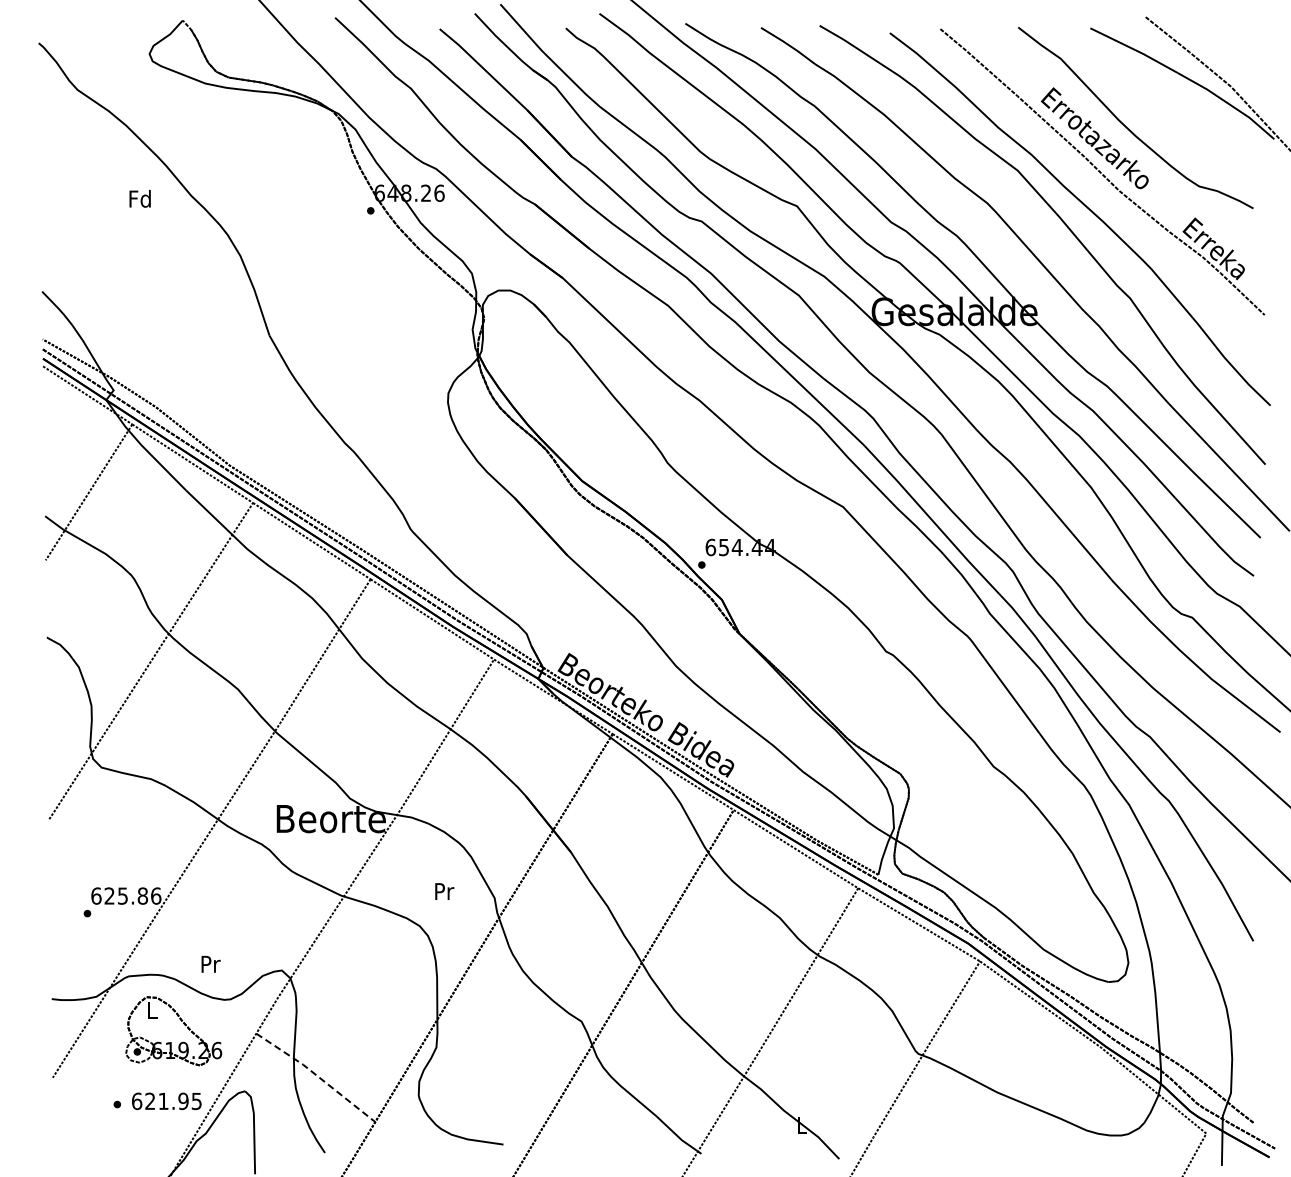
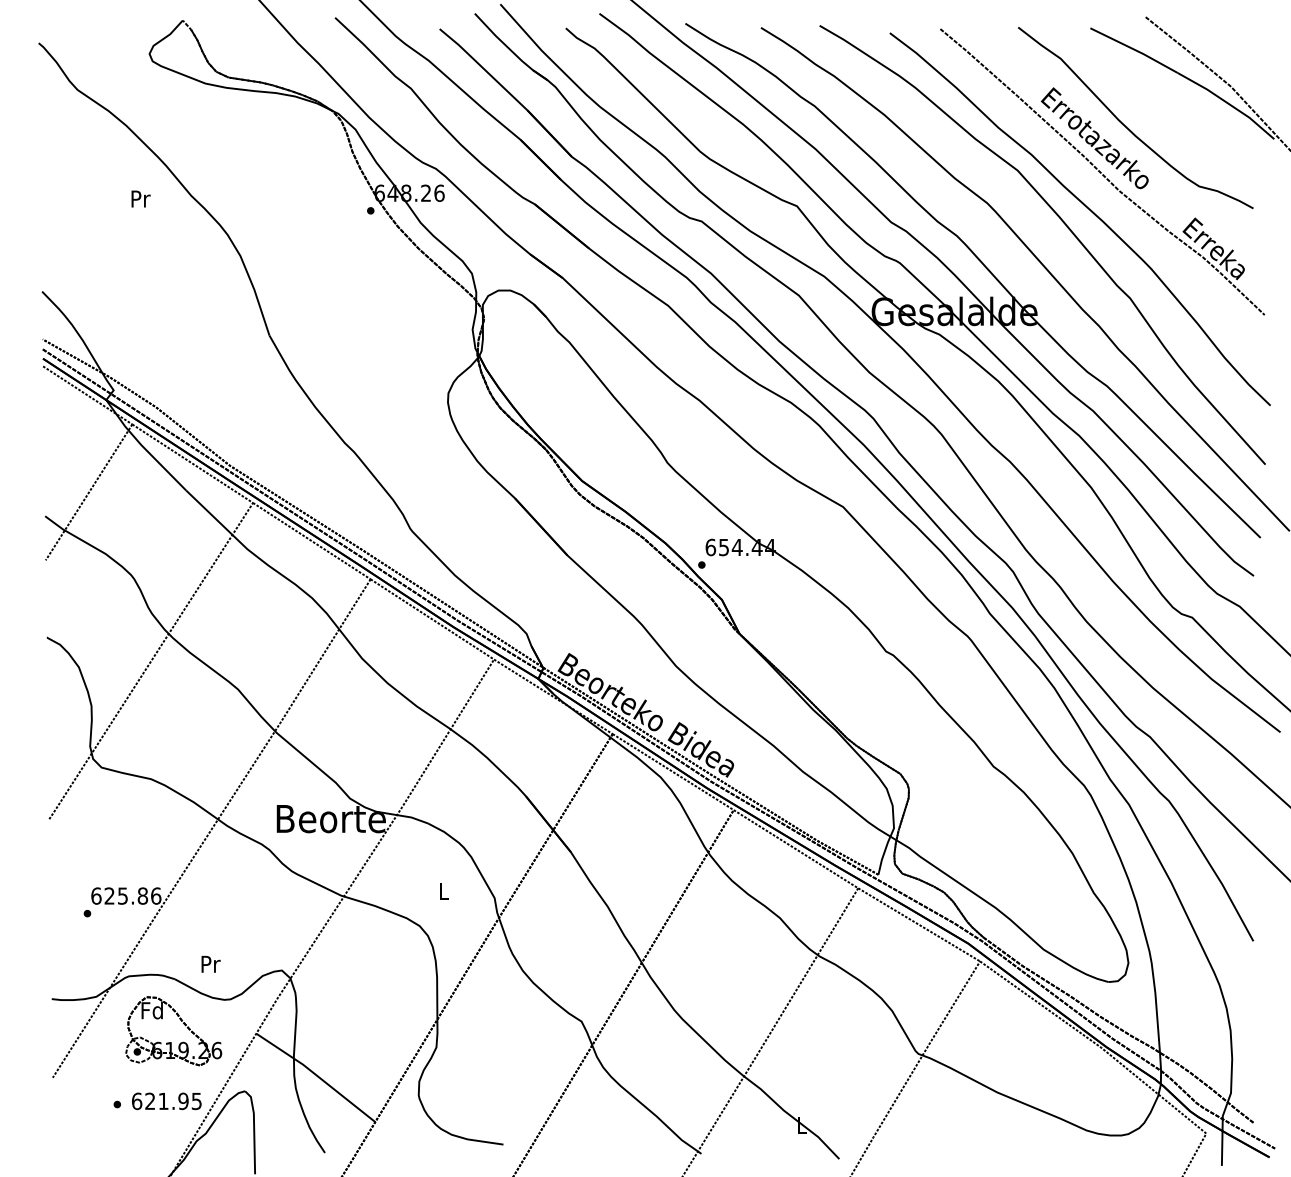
text at (139, 198): Fd -> Pr
text at (444, 891): Pr -> L
text at (151, 1010): L -> Fd
line at (317, 1075): dashed -> solid
